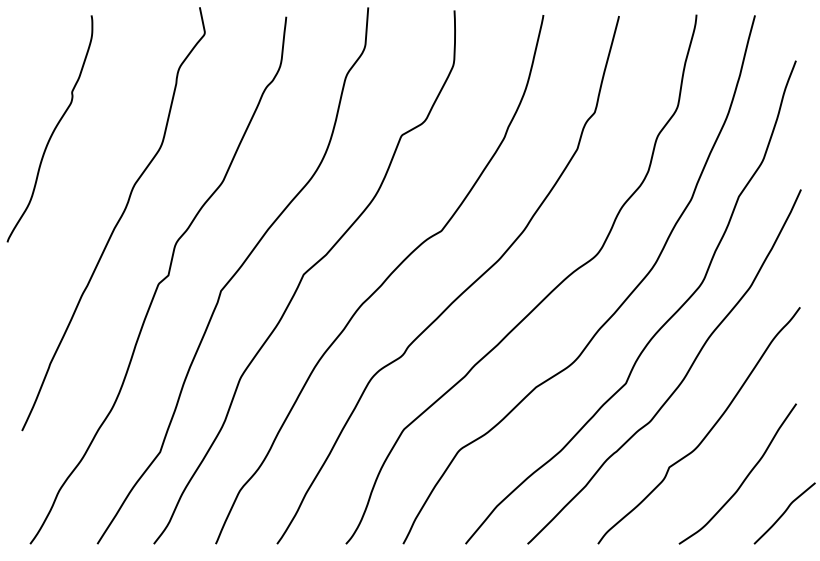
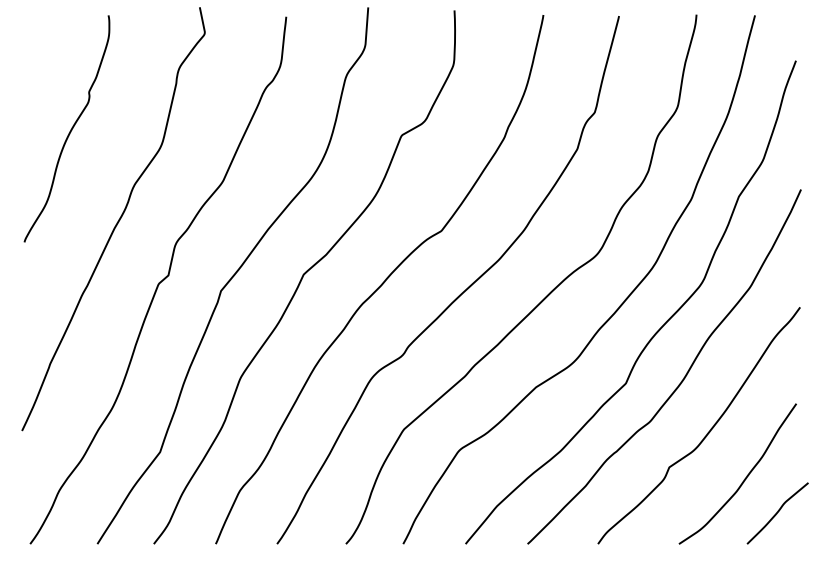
curve at (53, 129) position: (53, 129) -> (70, 129)
curve at (784, 513) position: (784, 513) -> (777, 513)
